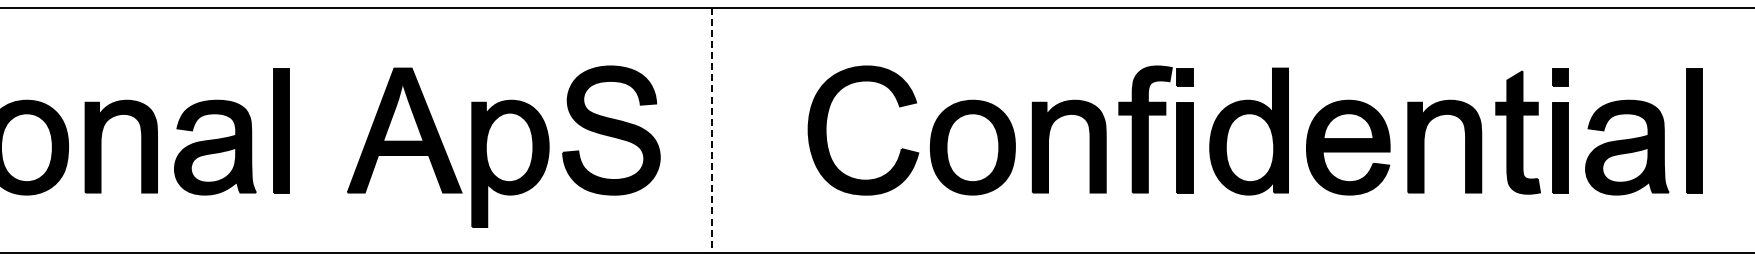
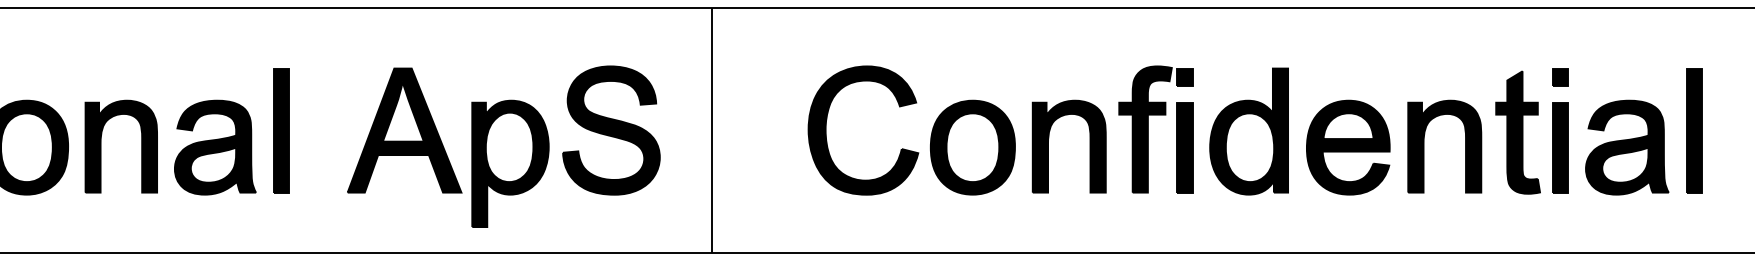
line at (711, 130): dashed -> solid
